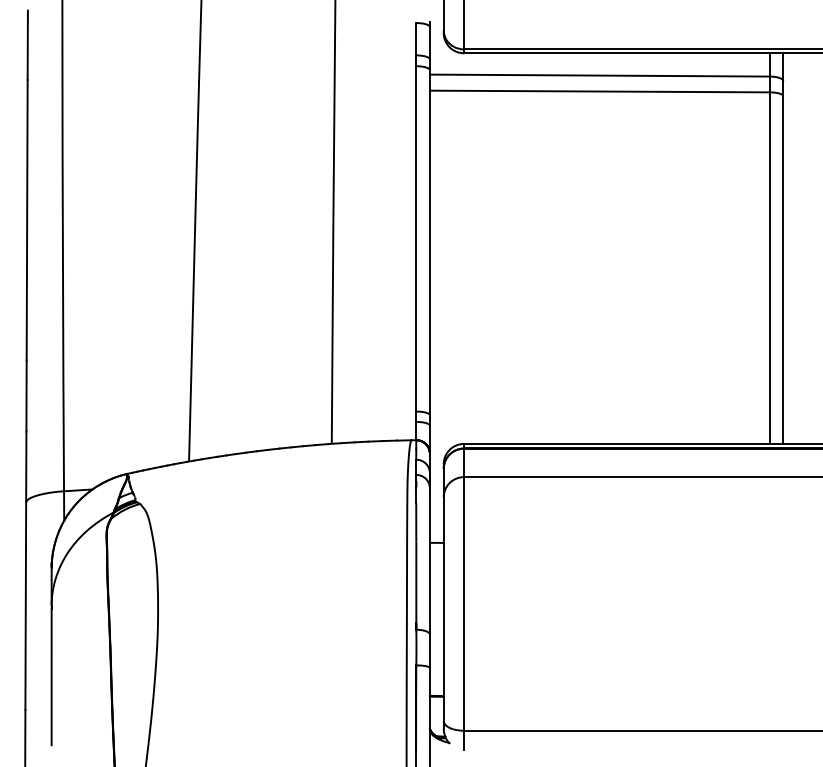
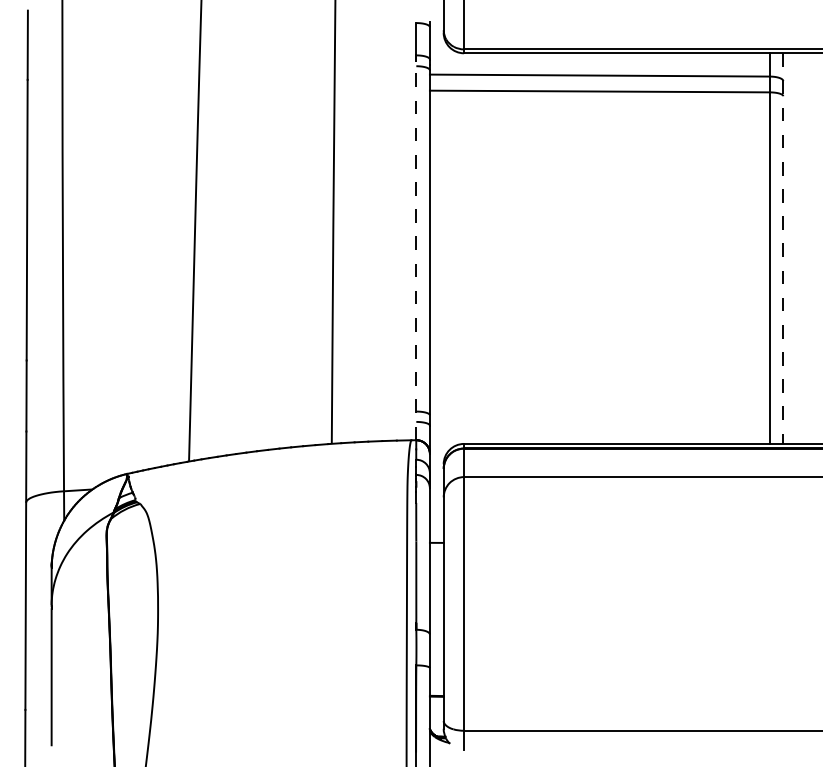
line at (783, 249): solid -> dashed
line at (416, 250): solid -> dashed
